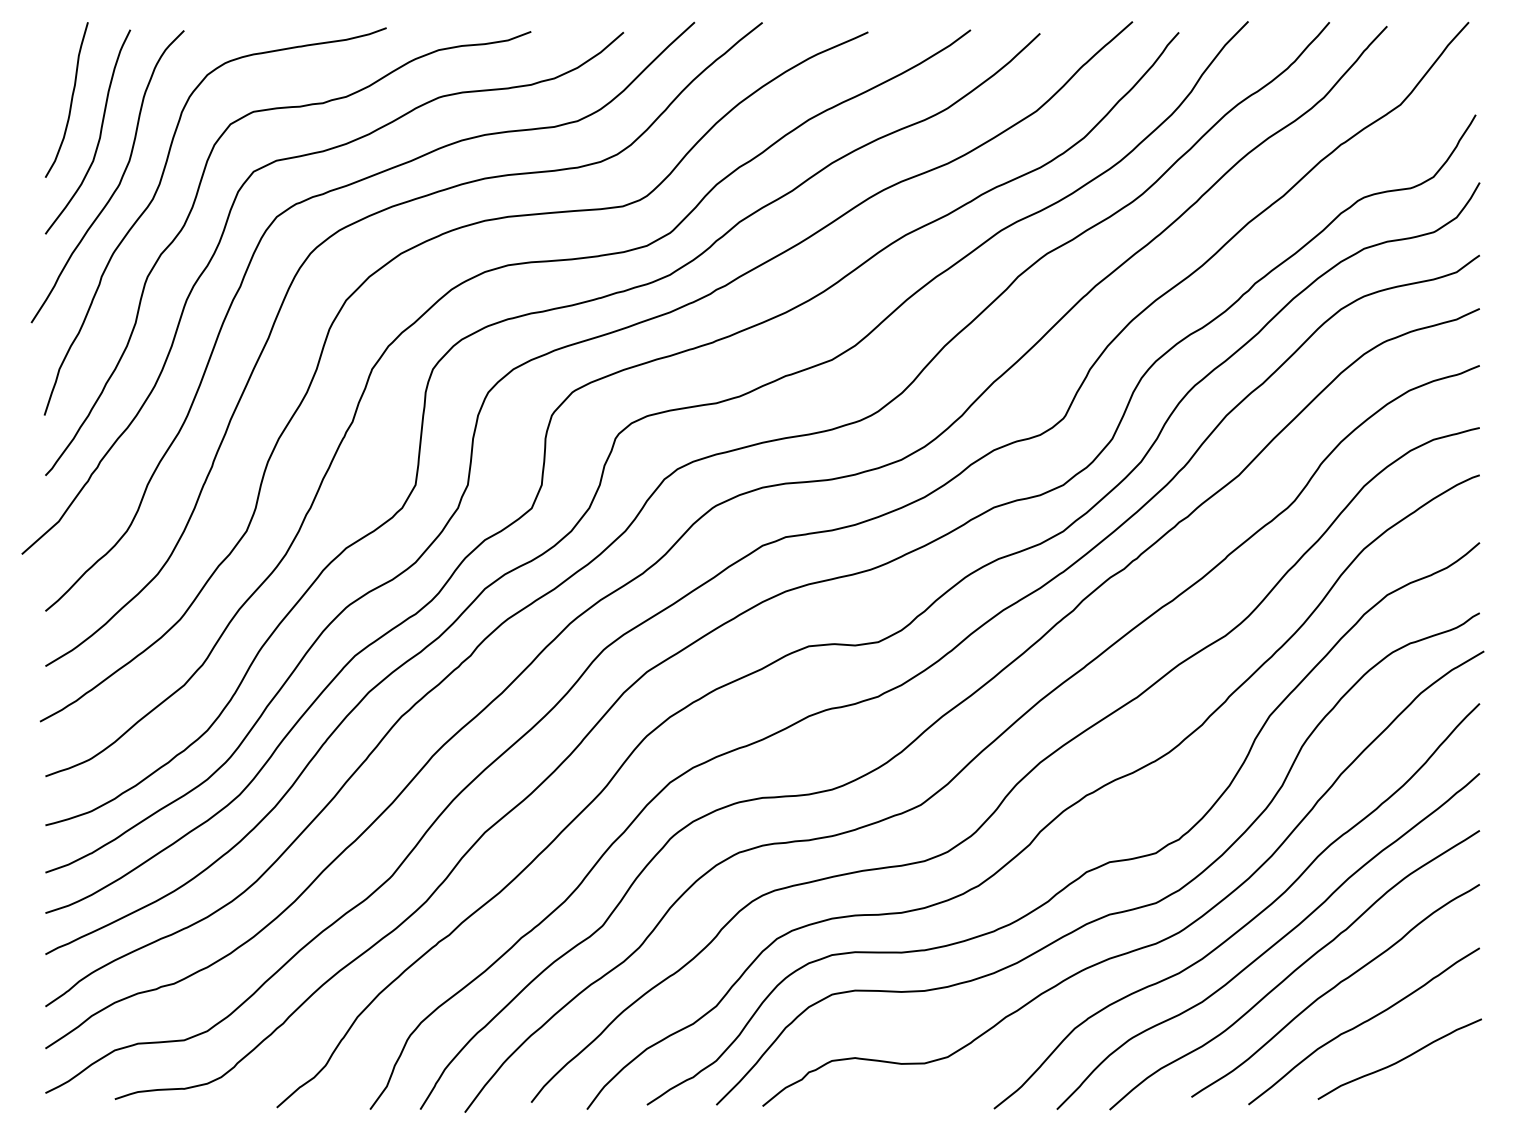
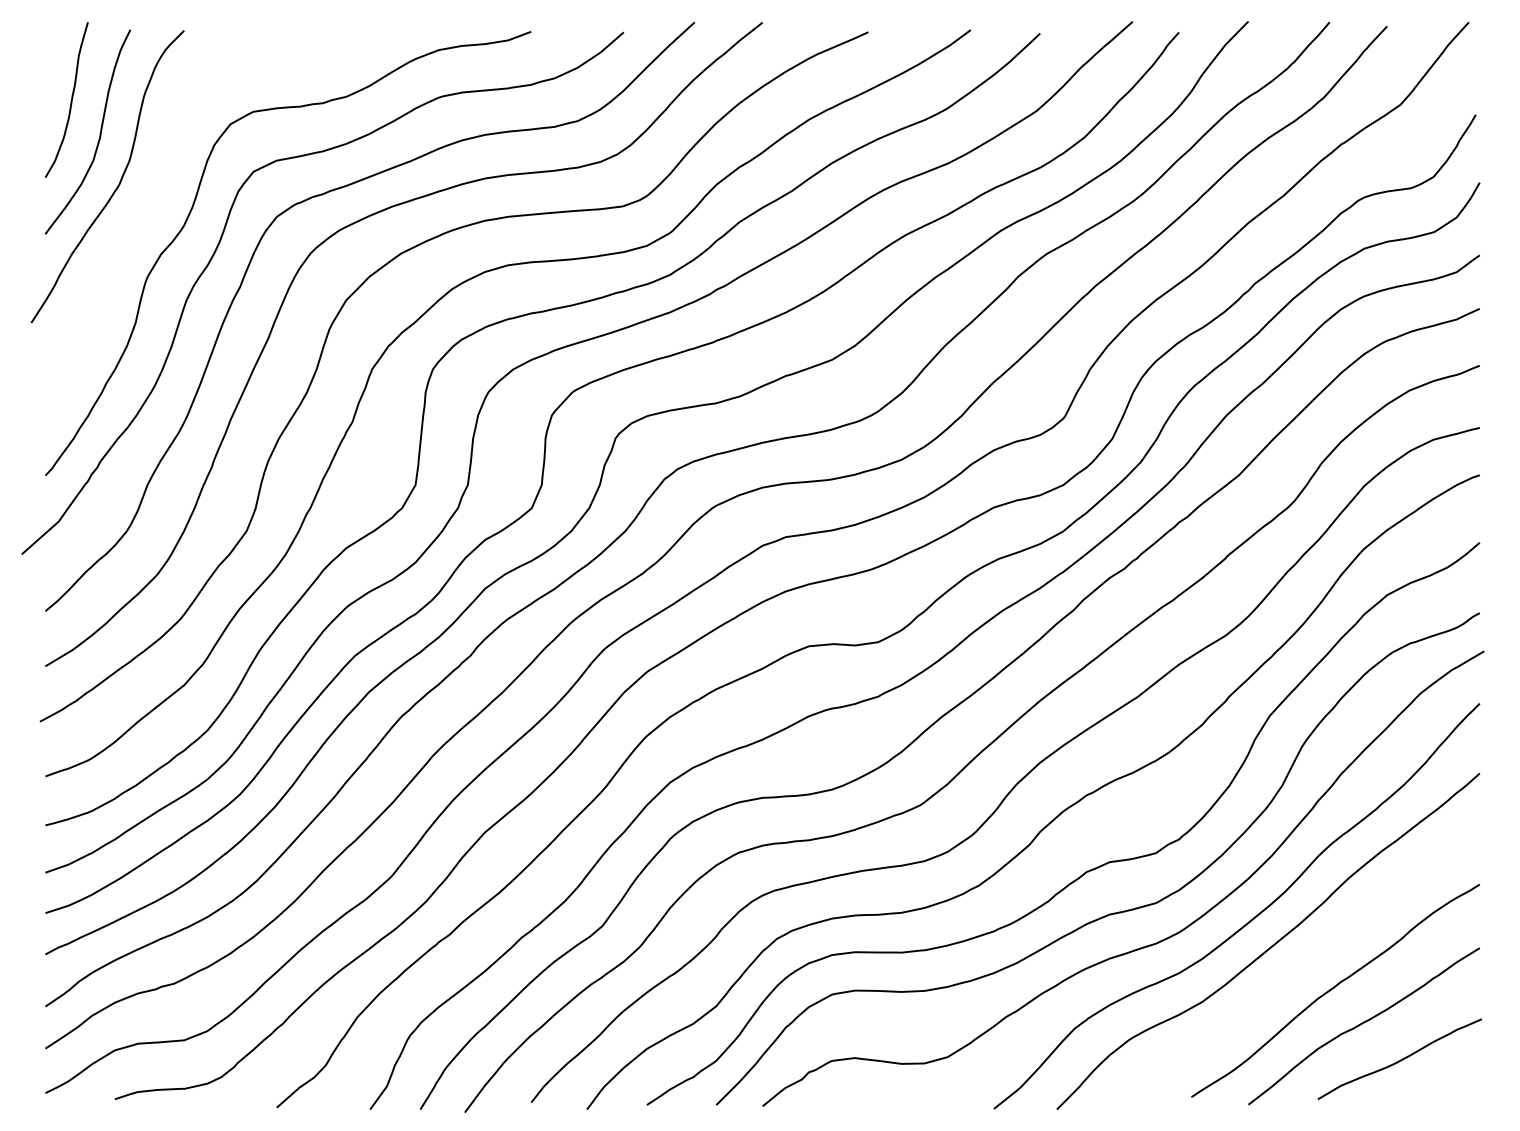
curve at (155, 196): present -> none
curve at (1294, 970): present -> none
